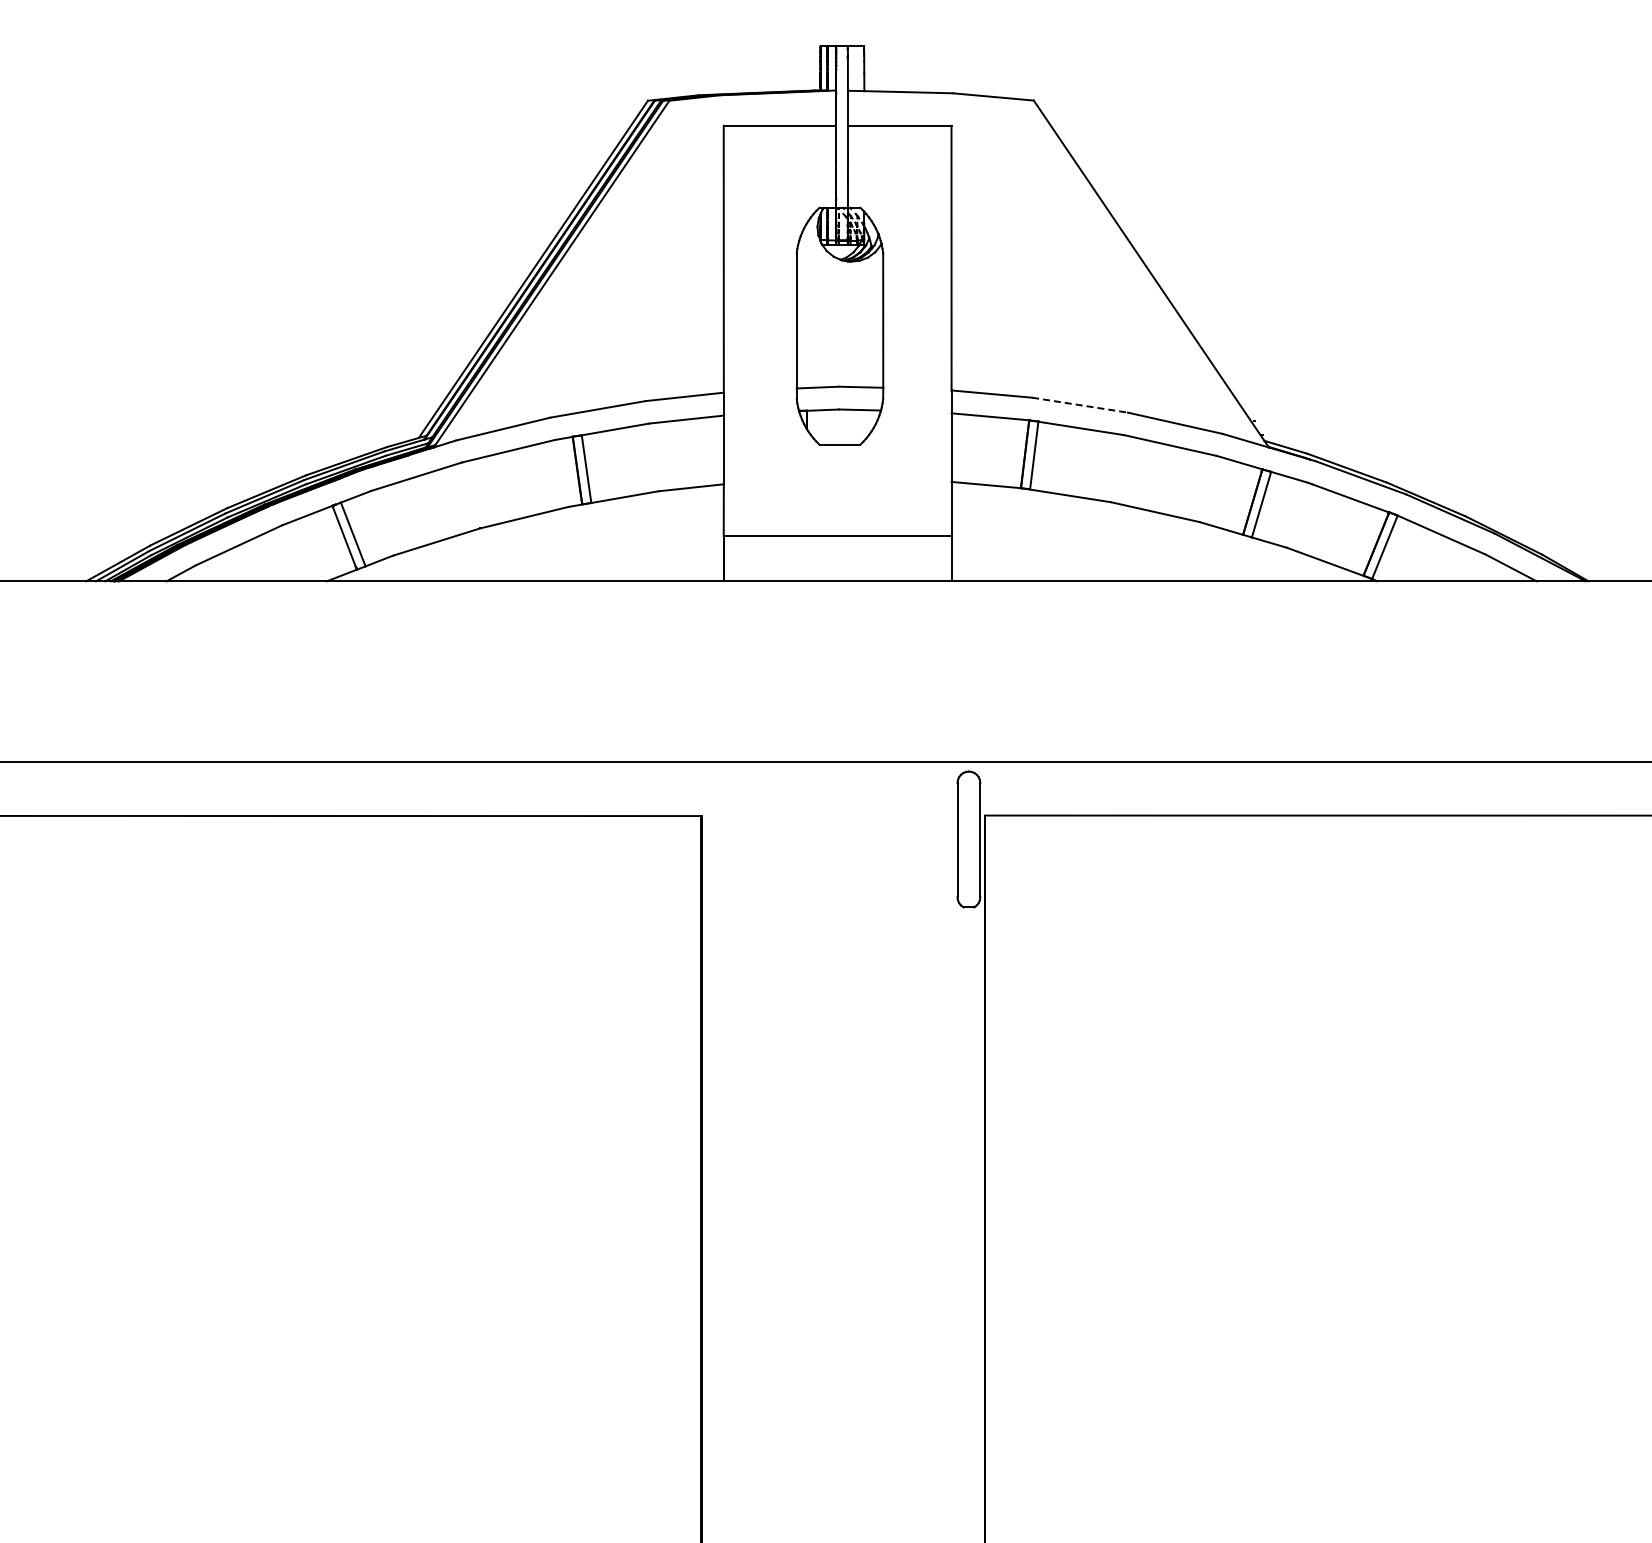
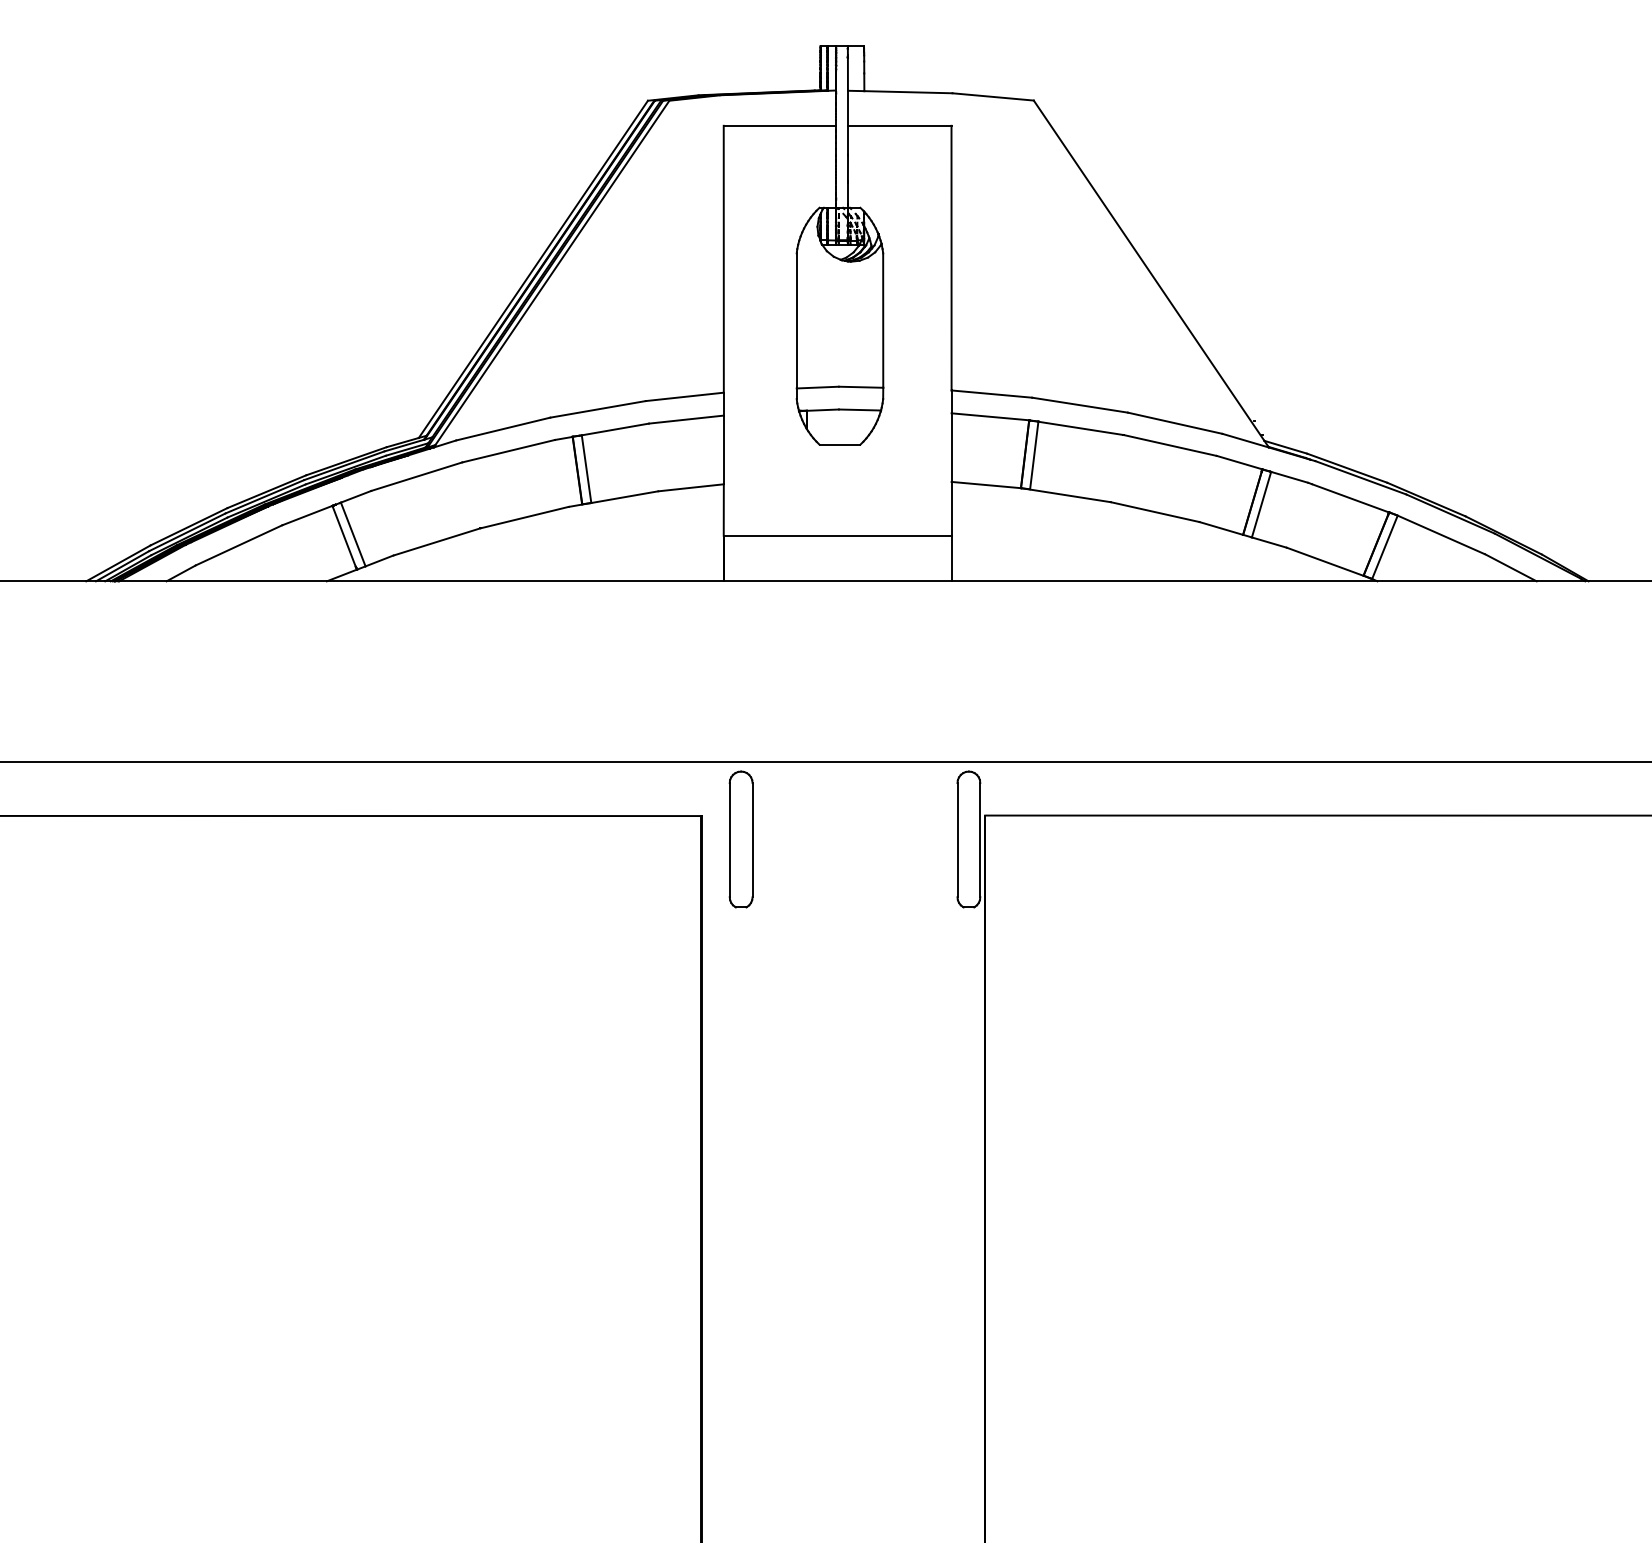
line at (1080, 405): dashed -> solid
part at (740, 839): none -> present
